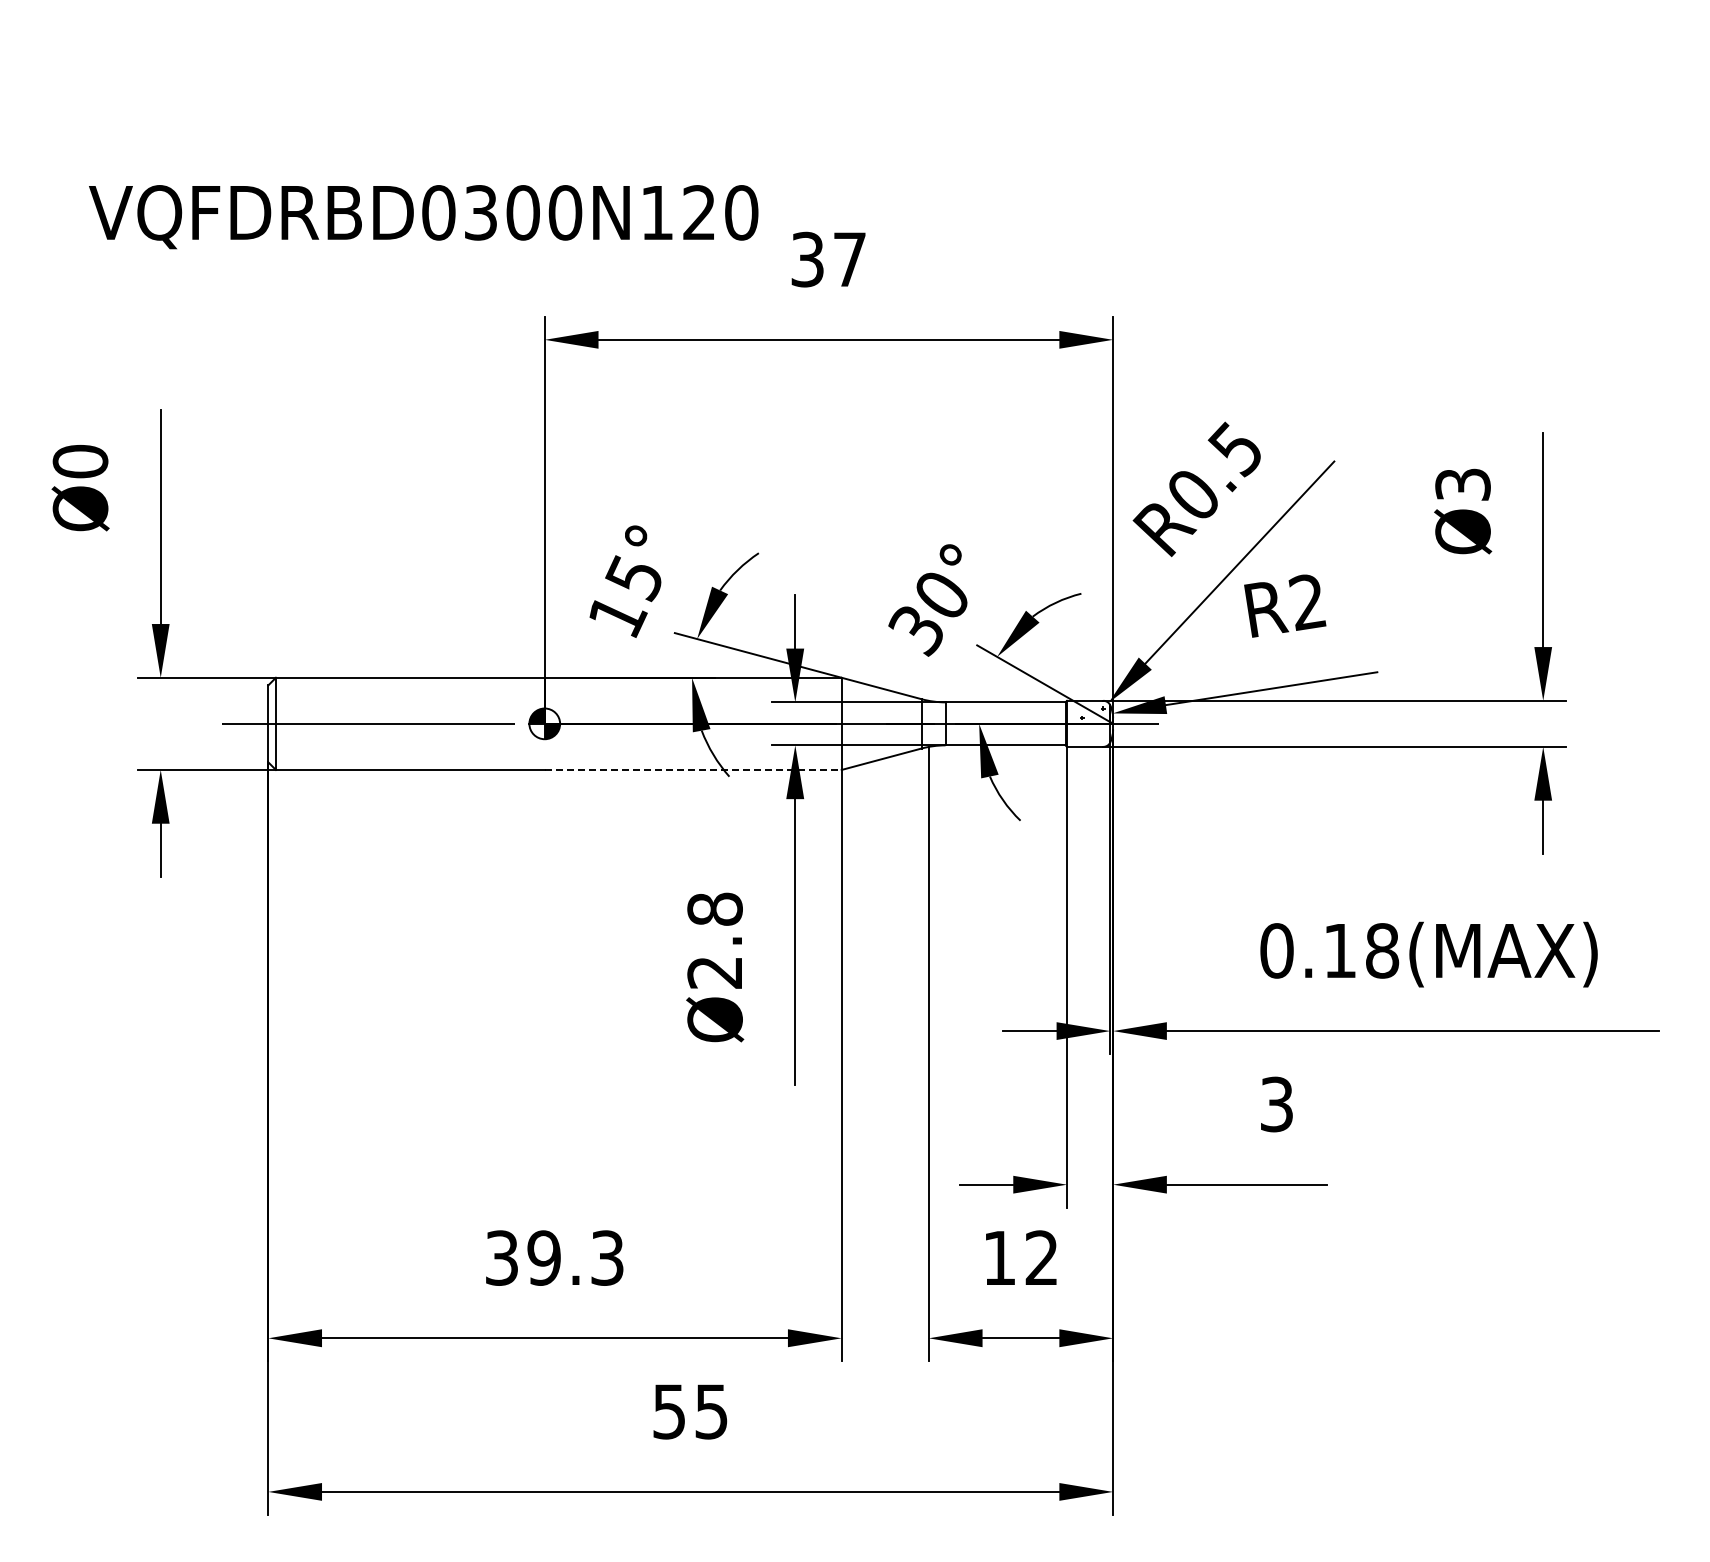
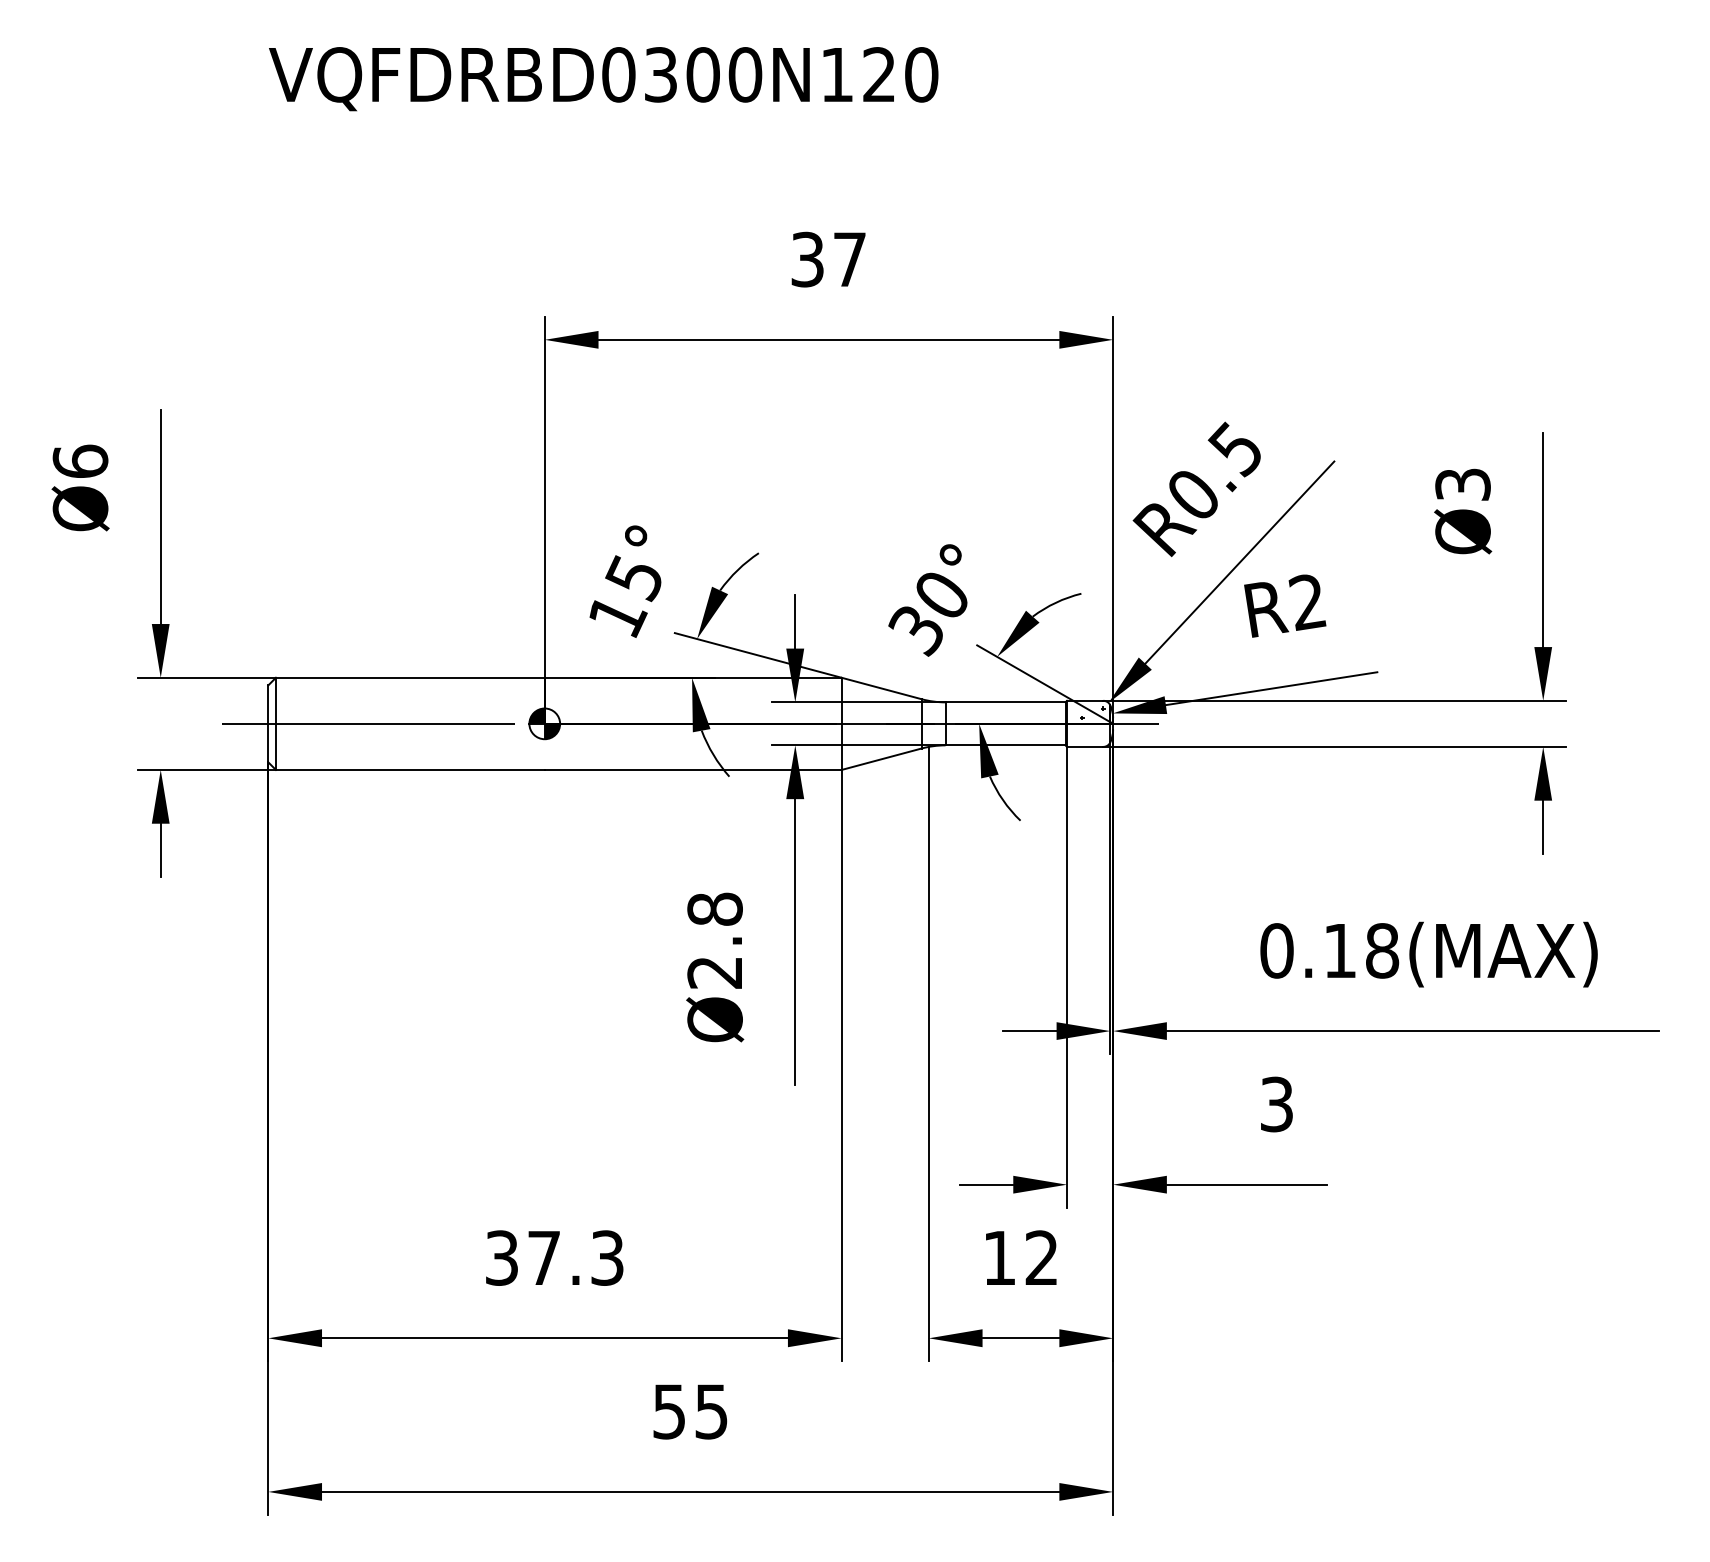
text at (423, 217) position: (423, 217) -> (603, 79)
text at (80, 461): Ø0 -> Ø6
line at (693, 769): dashed -> solid
text at (543, 1257): 39.3 -> 37.3
